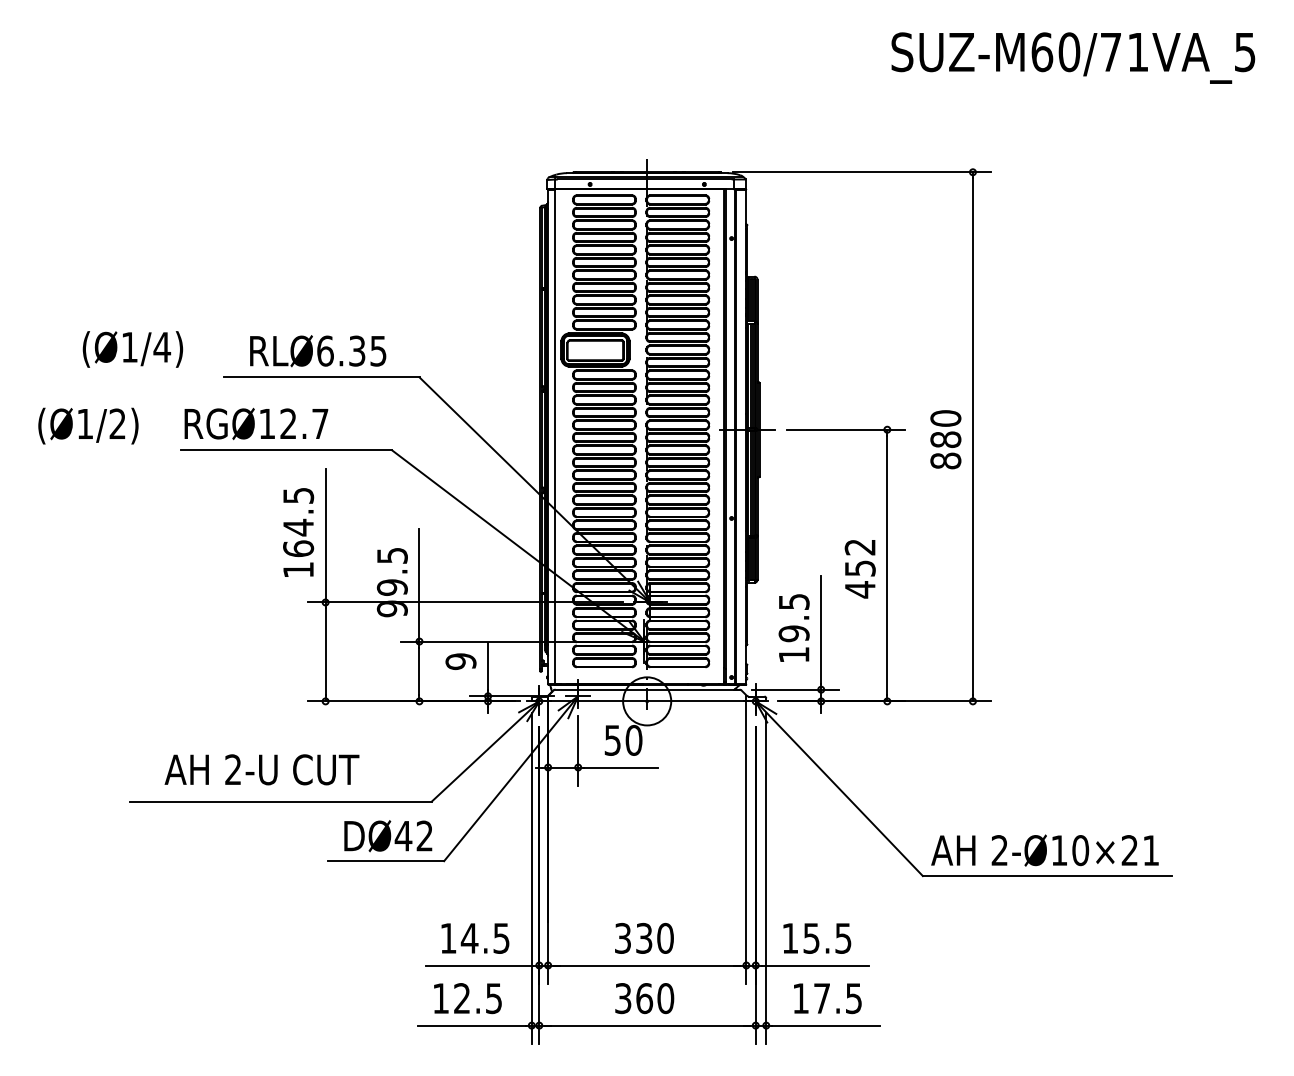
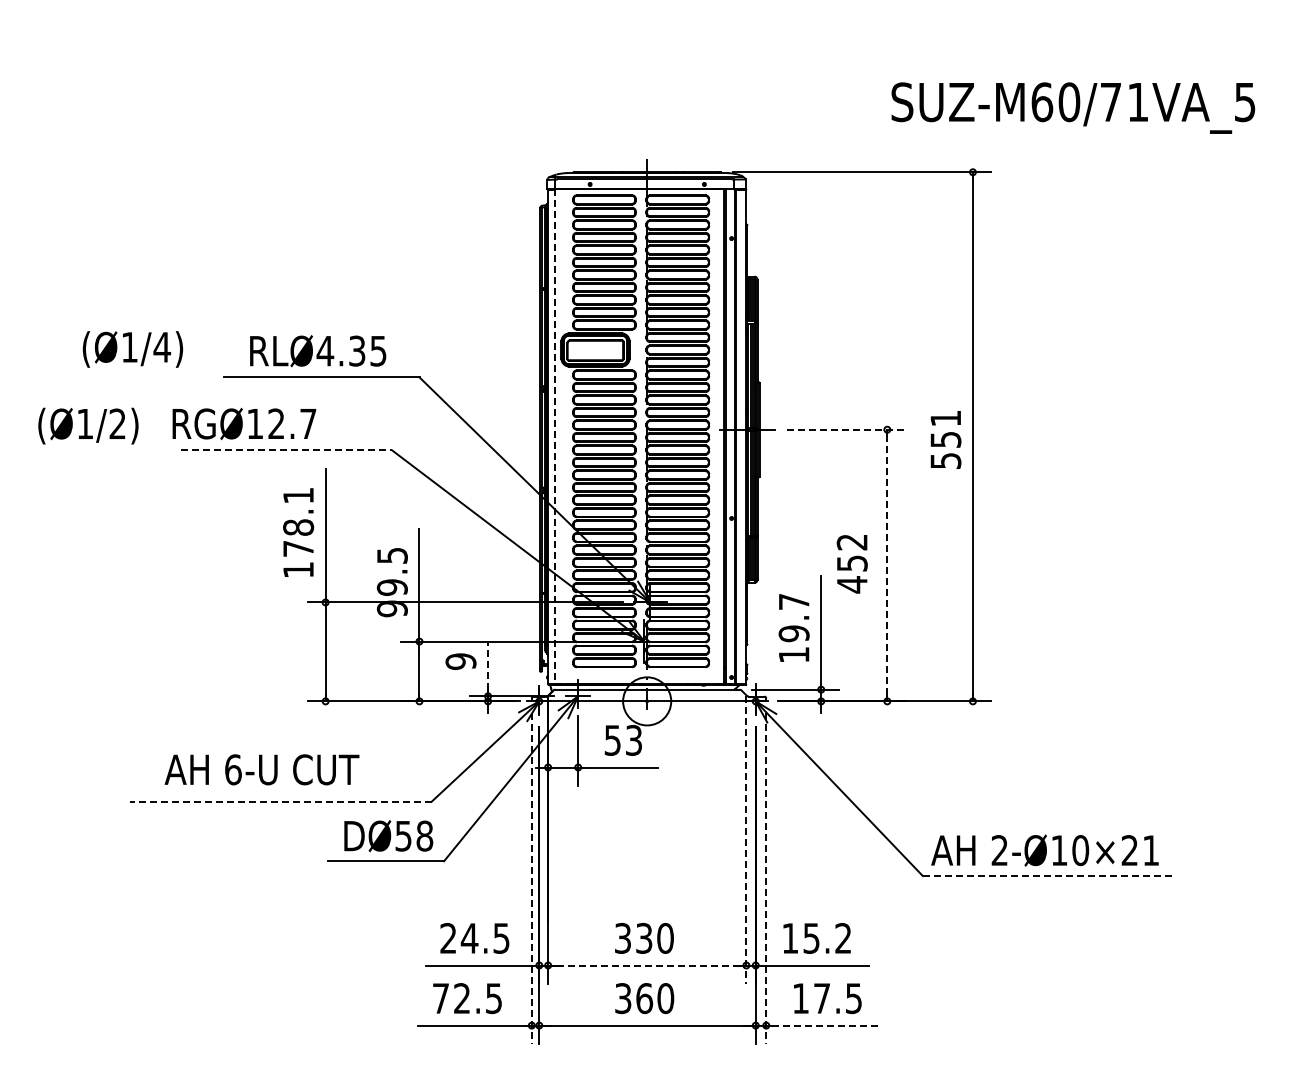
text at (1073, 57) position: (1073, 57) -> (1073, 107)
text at (325, 350): RLØ6.35 -> RLØ4.35
text at (256, 423) position: (256, 423) -> (244, 423)
line at (846, 429): solid -> dashed
line at (555, 436): solid -> dashed
text at (945, 439): 880 -> 551
line at (286, 450): solid -> dashed
text at (298, 522): 164.5 -> 178.1
line at (887, 565): solid -> dashed
text at (859, 569) position: (859, 569) -> (851, 564)
text at (794, 601): 19.5 -> 19.7
line at (488, 666): solid -> dashed
text at (633, 740): 50 -> 53
text at (233, 769): 2-U -> 6-U
line at (280, 801): solid -> dashed
text at (413, 835): DØ42 -> DØ58
line at (746, 839): solid -> dashed
line at (1047, 876): solid -> dashed
line at (531, 879): solid -> dashed
line at (766, 879): solid -> dashed
text at (448, 937): 14.5 -> 24.5
text at (843, 937): 15.5 -> 15.2
line at (646, 965): solid -> dashed
text at (440, 998): 12.5 -> 72.5
line at (825, 1025): solid -> dashed
